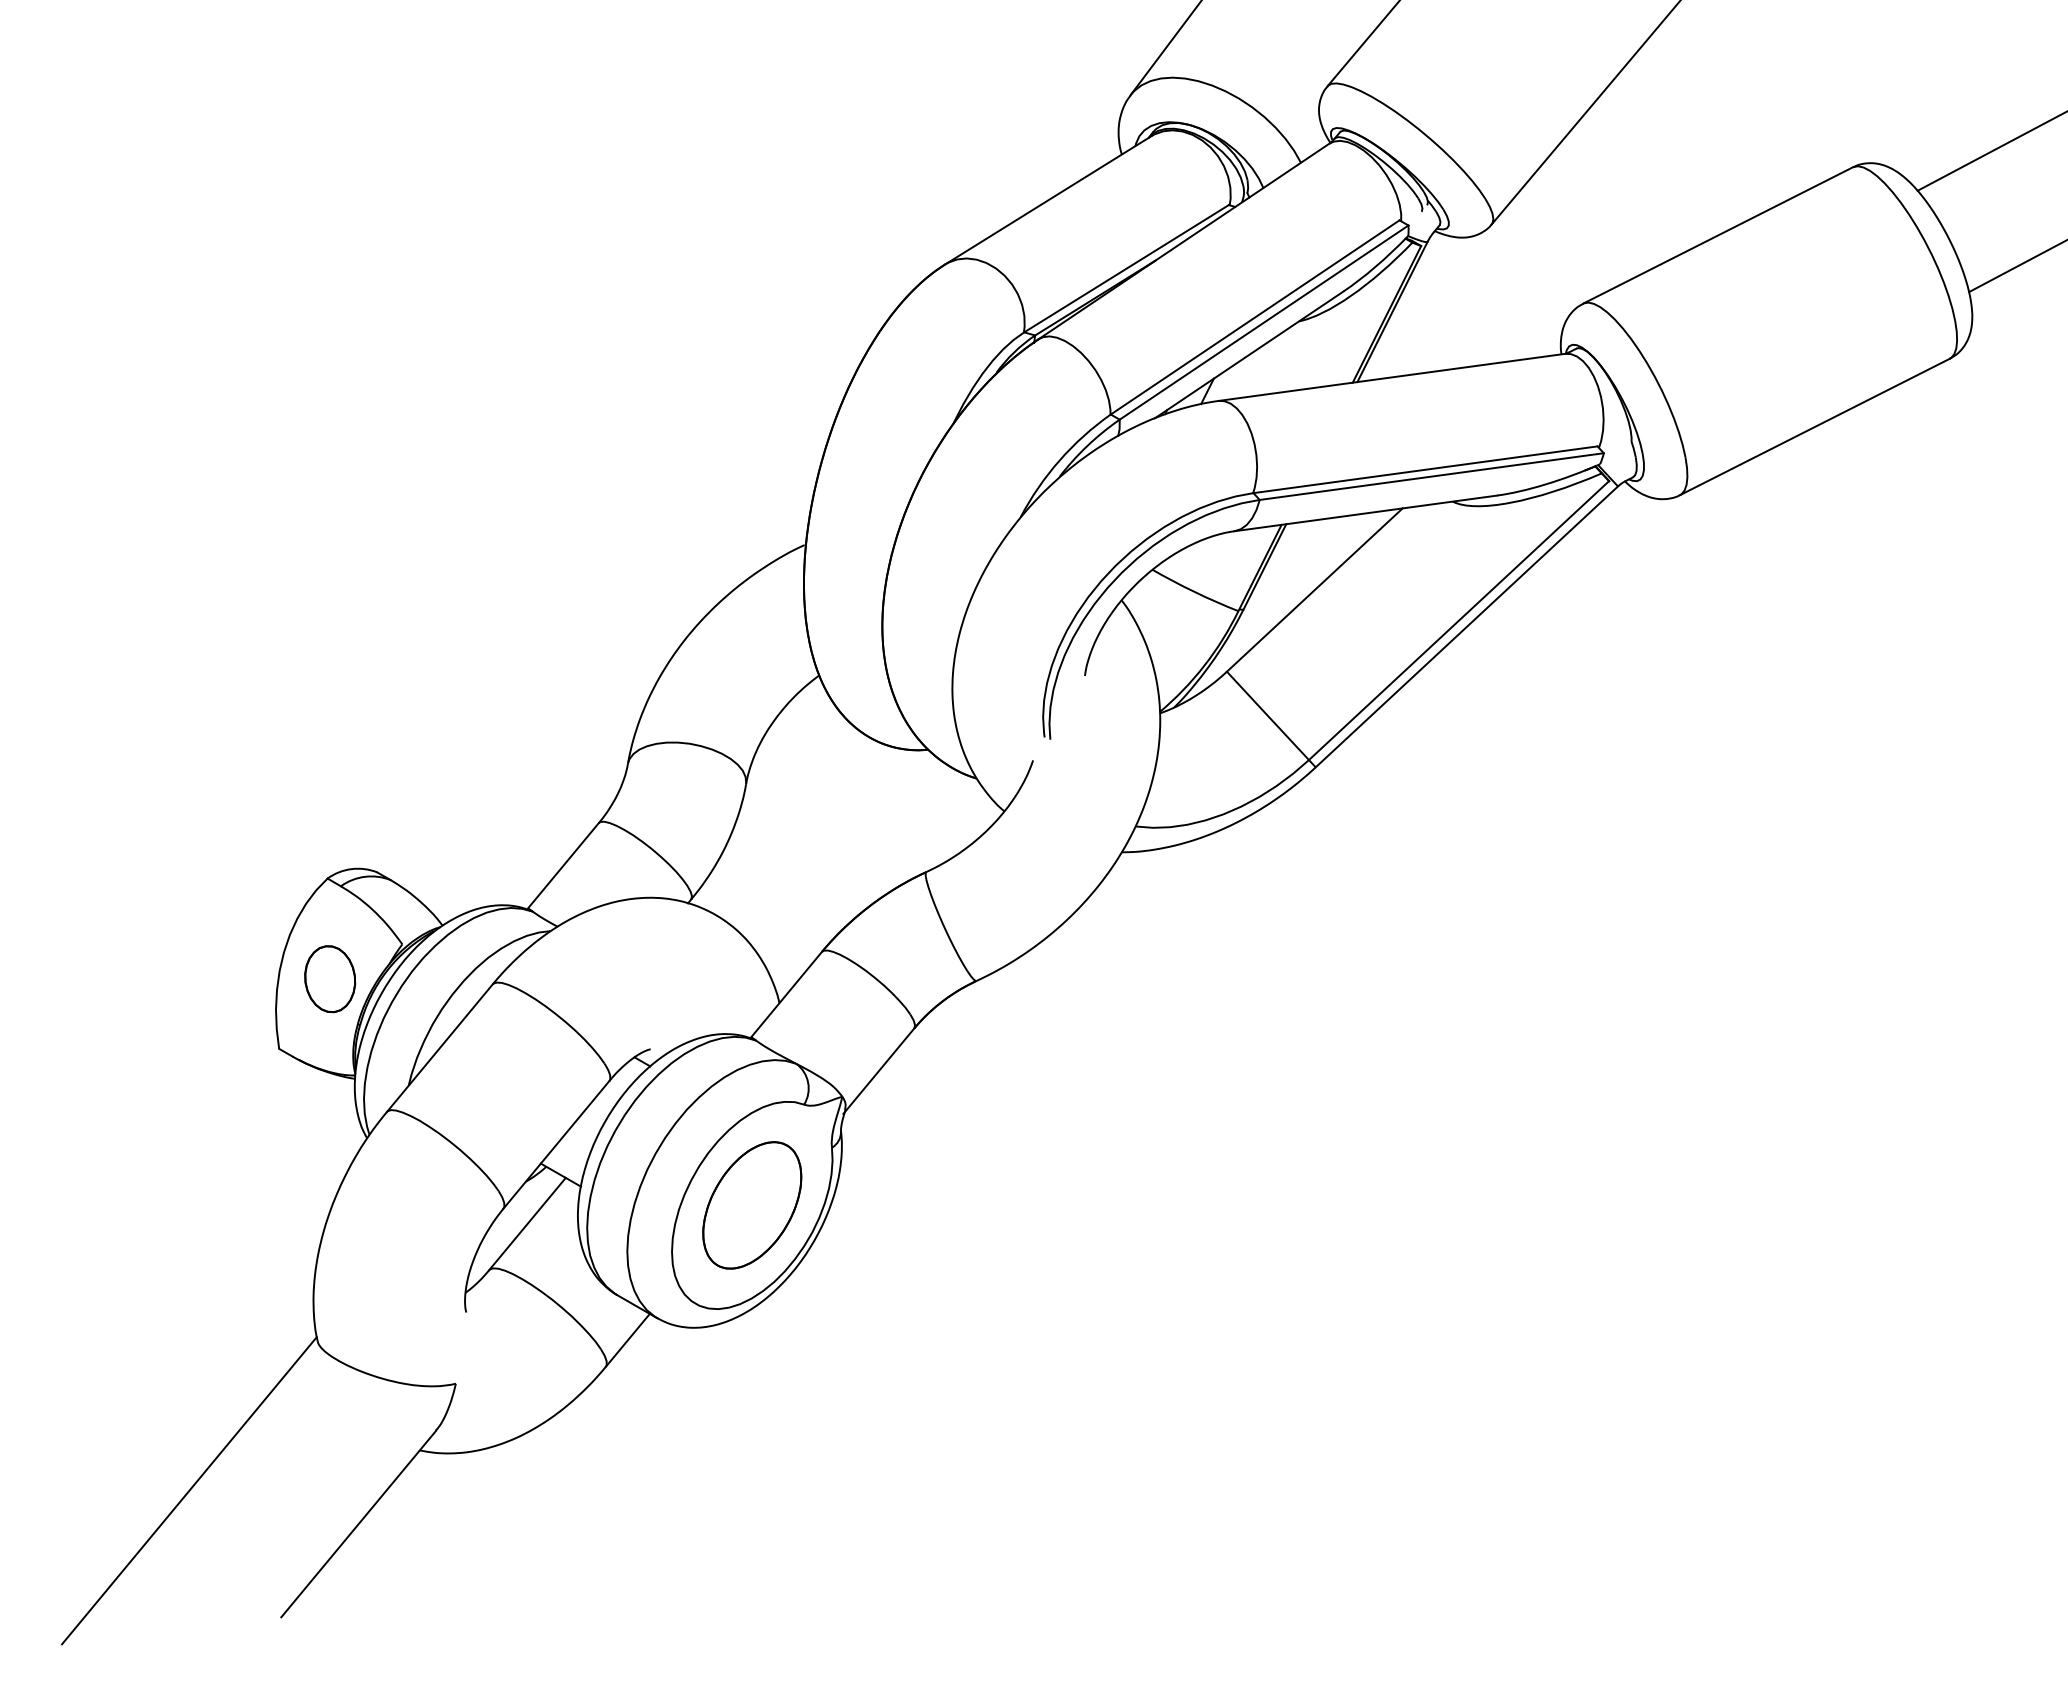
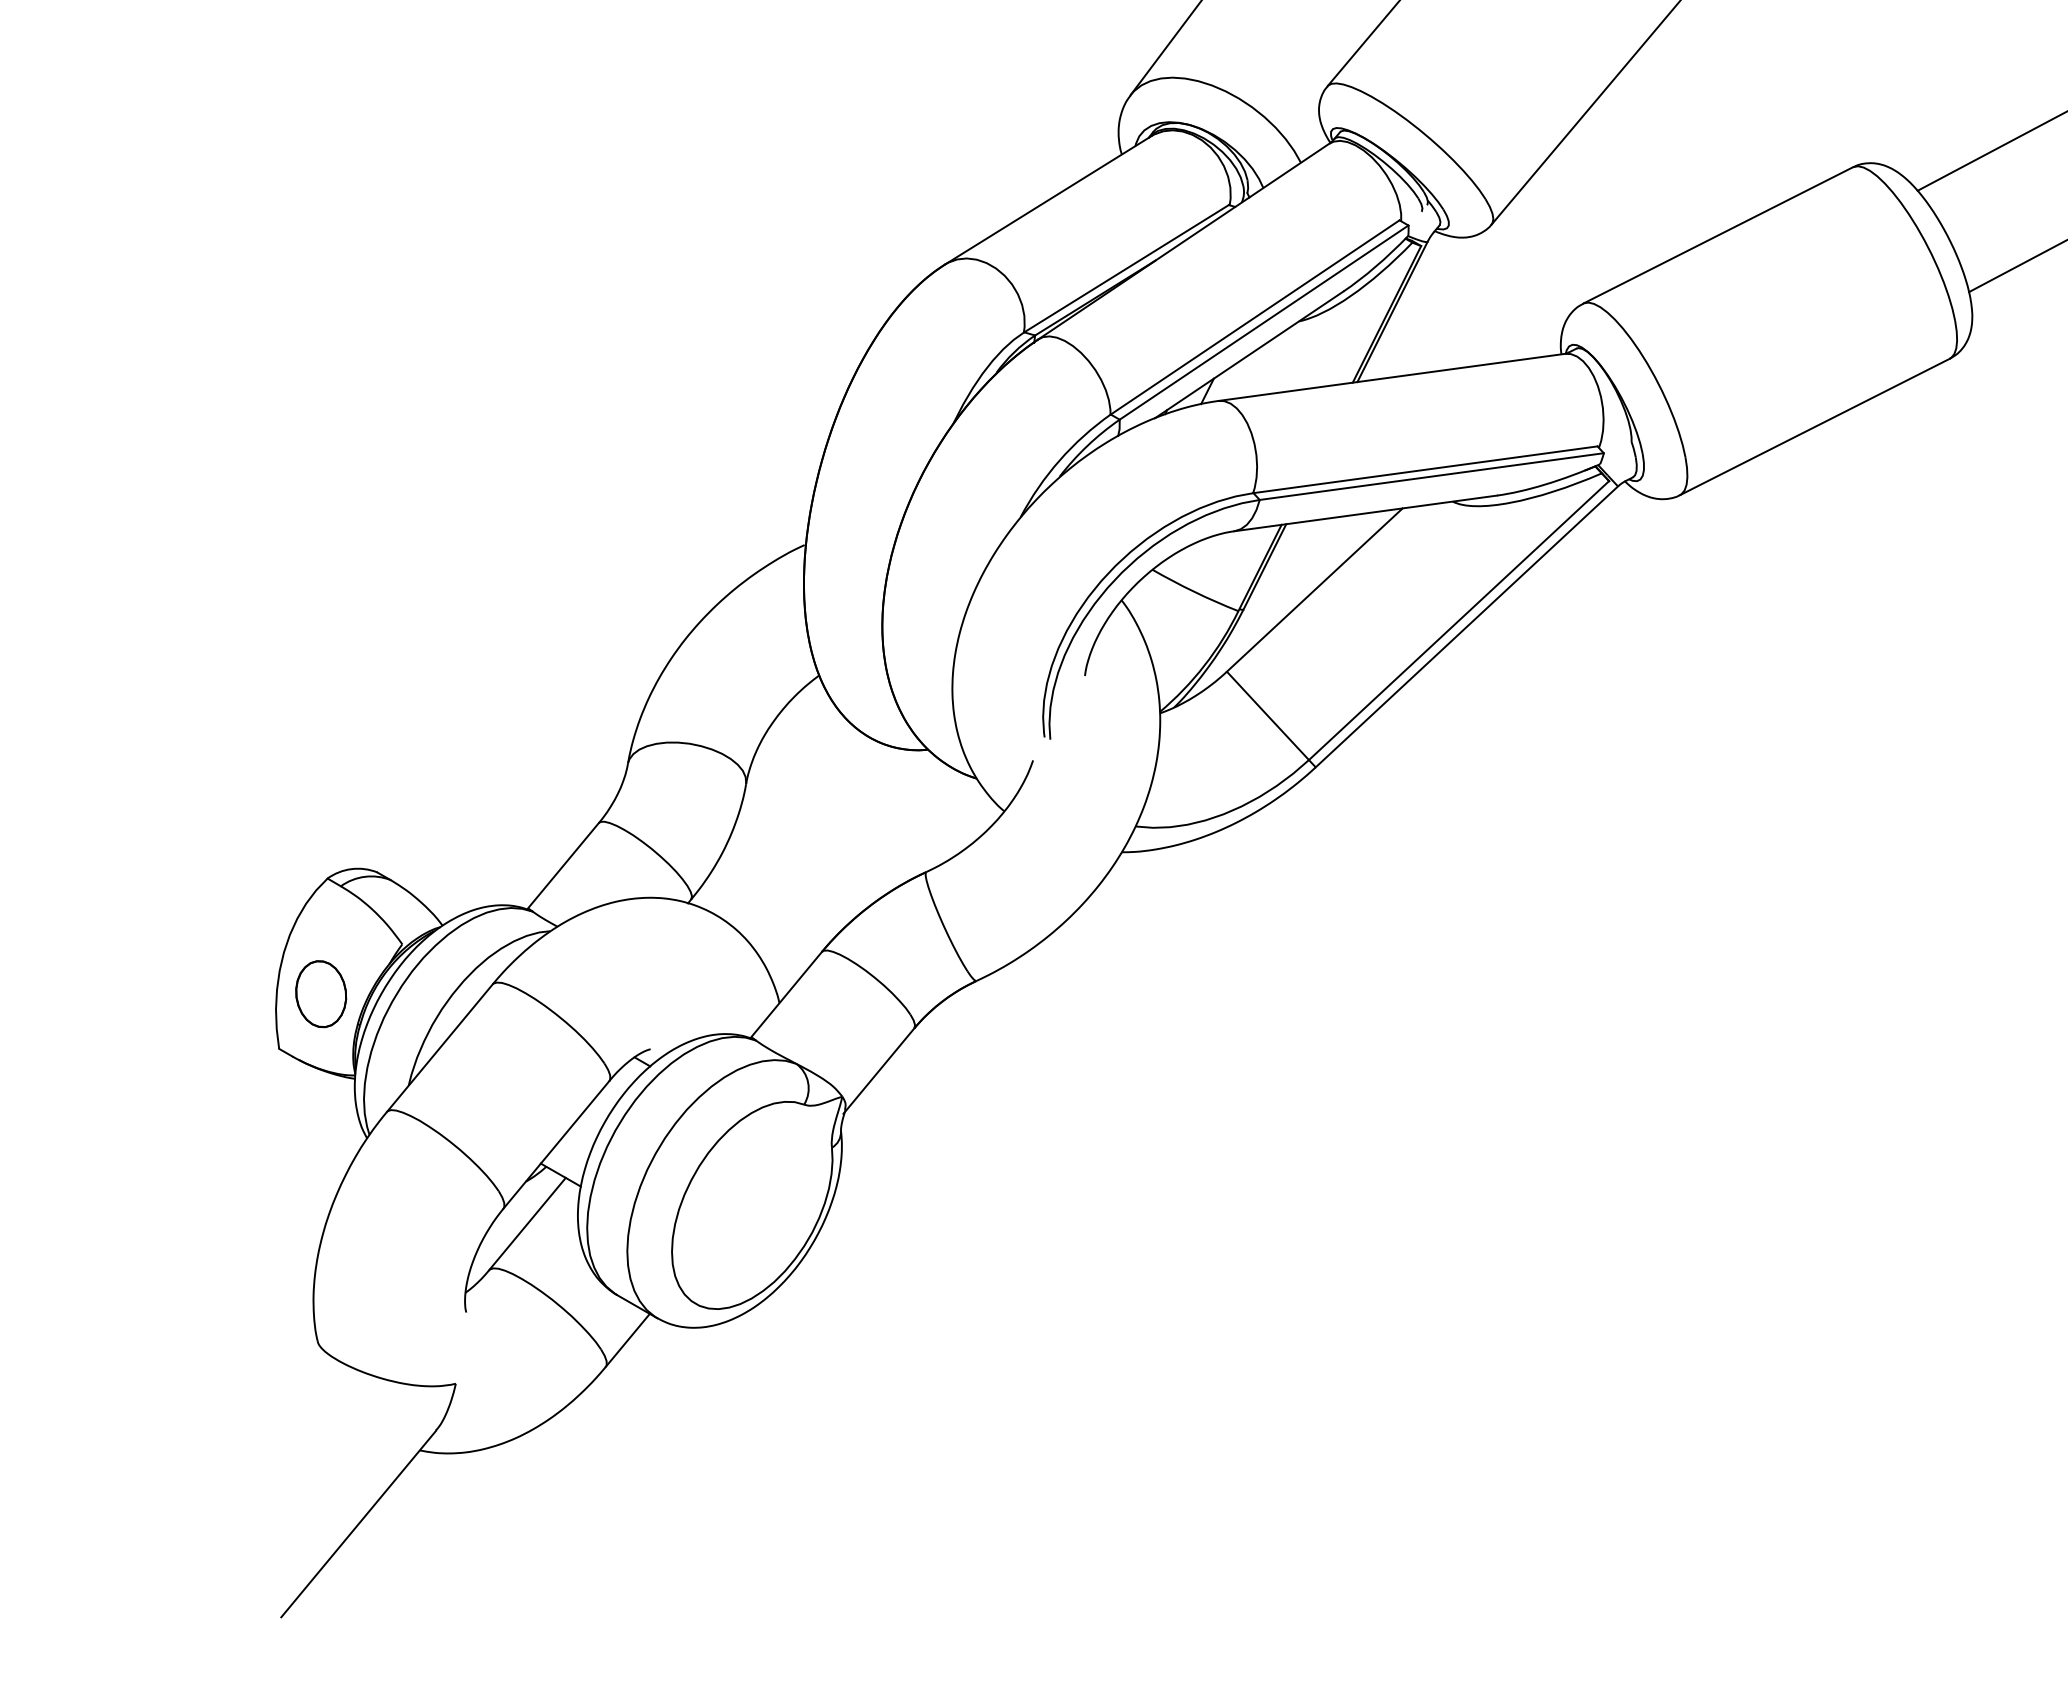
part at (330, 979) position: (330, 979) -> (321, 994)
part at (752, 1205): present -> none
line at (189, 1490): present -> none
